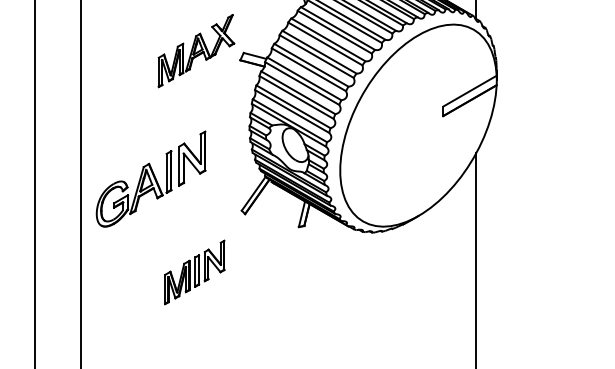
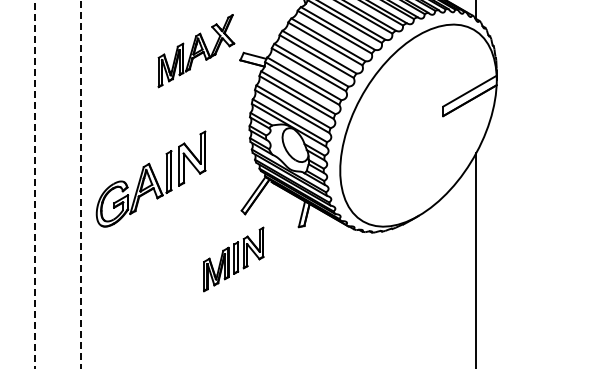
line at (34, 184): solid -> dashed
line at (80, 184): solid -> dashed
part at (194, 272) position: (194, 272) -> (233, 259)
